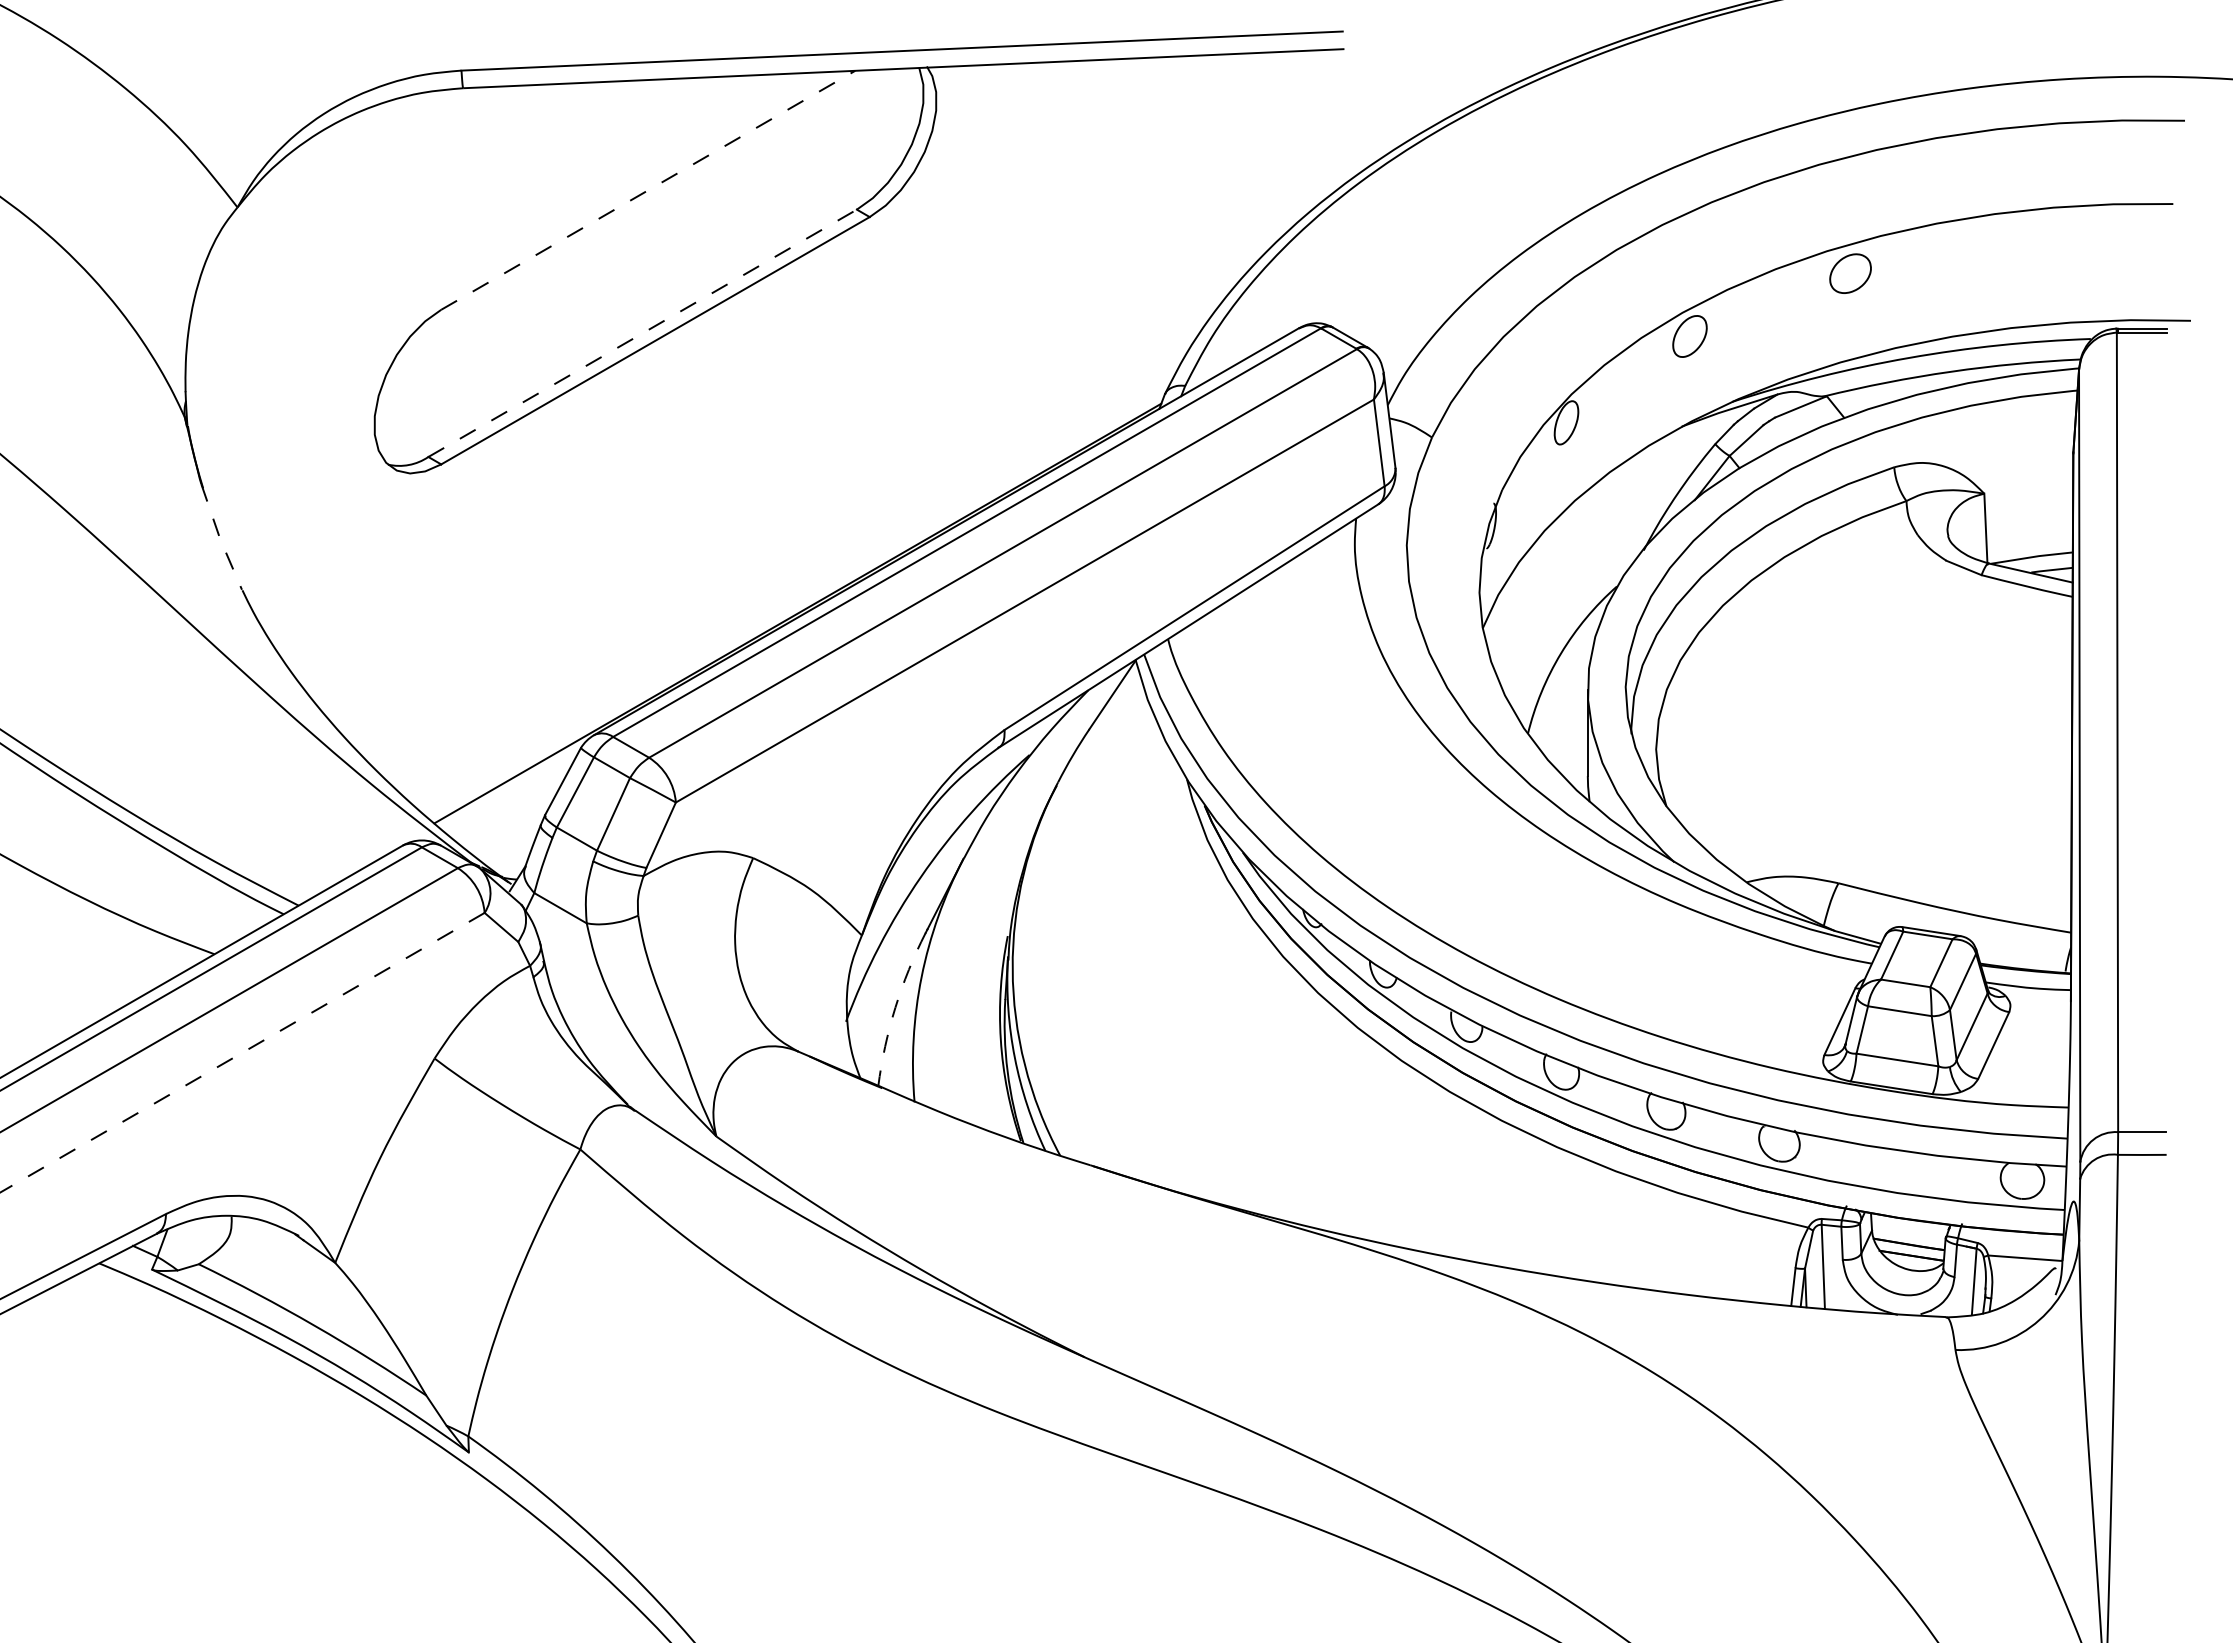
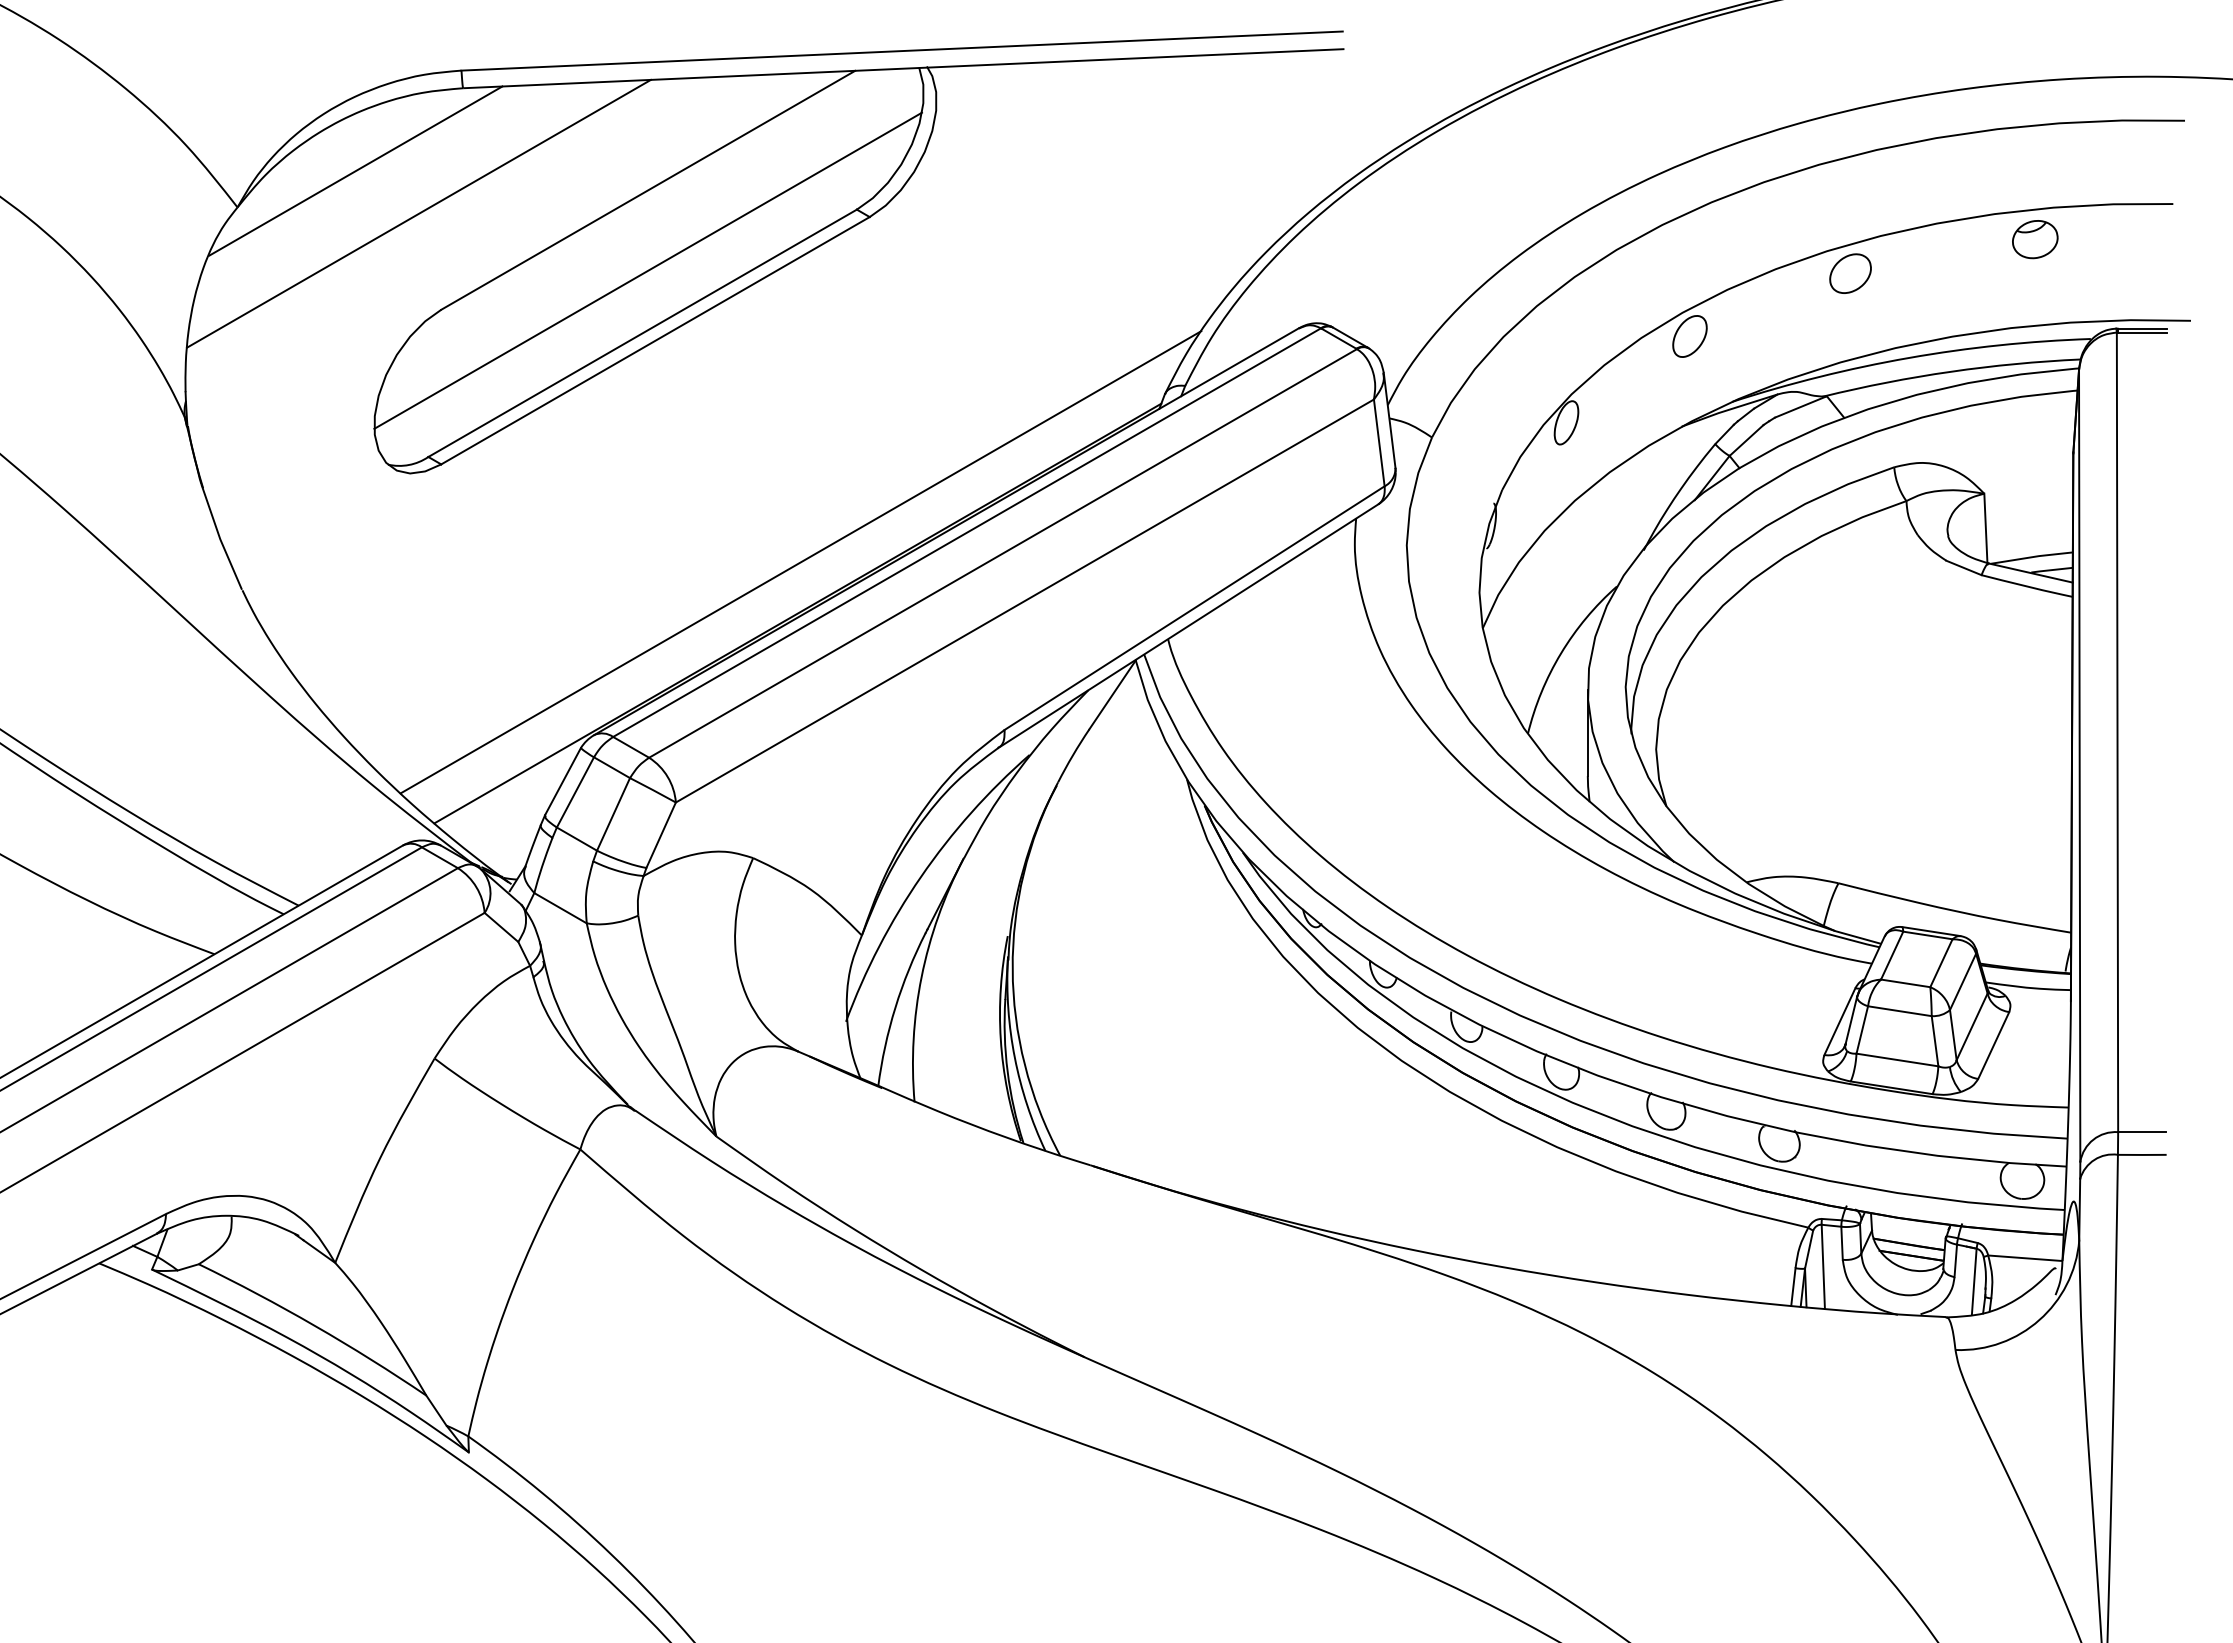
line at (355, 170): none -> present
line at (648, 190): dashed -> solid
line at (418, 213): none -> present
part at (2035, 239): none -> present
line at (648, 270): none -> present
line at (643, 333): dashed -> solid
line at (220, 538): dashed -> solid
line at (800, 562): none -> present
arc at (895, 1007): dashed -> solid
line at (242, 1052): dashed -> solid
